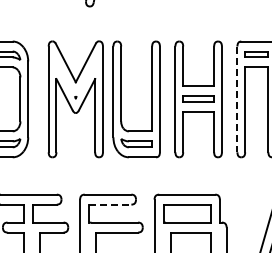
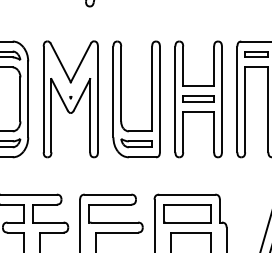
part at (75, 99) position: (75, 99) -> (70, 99)
line at (237, 99): dashed -> solid
line at (110, 204): dashed -> solid
